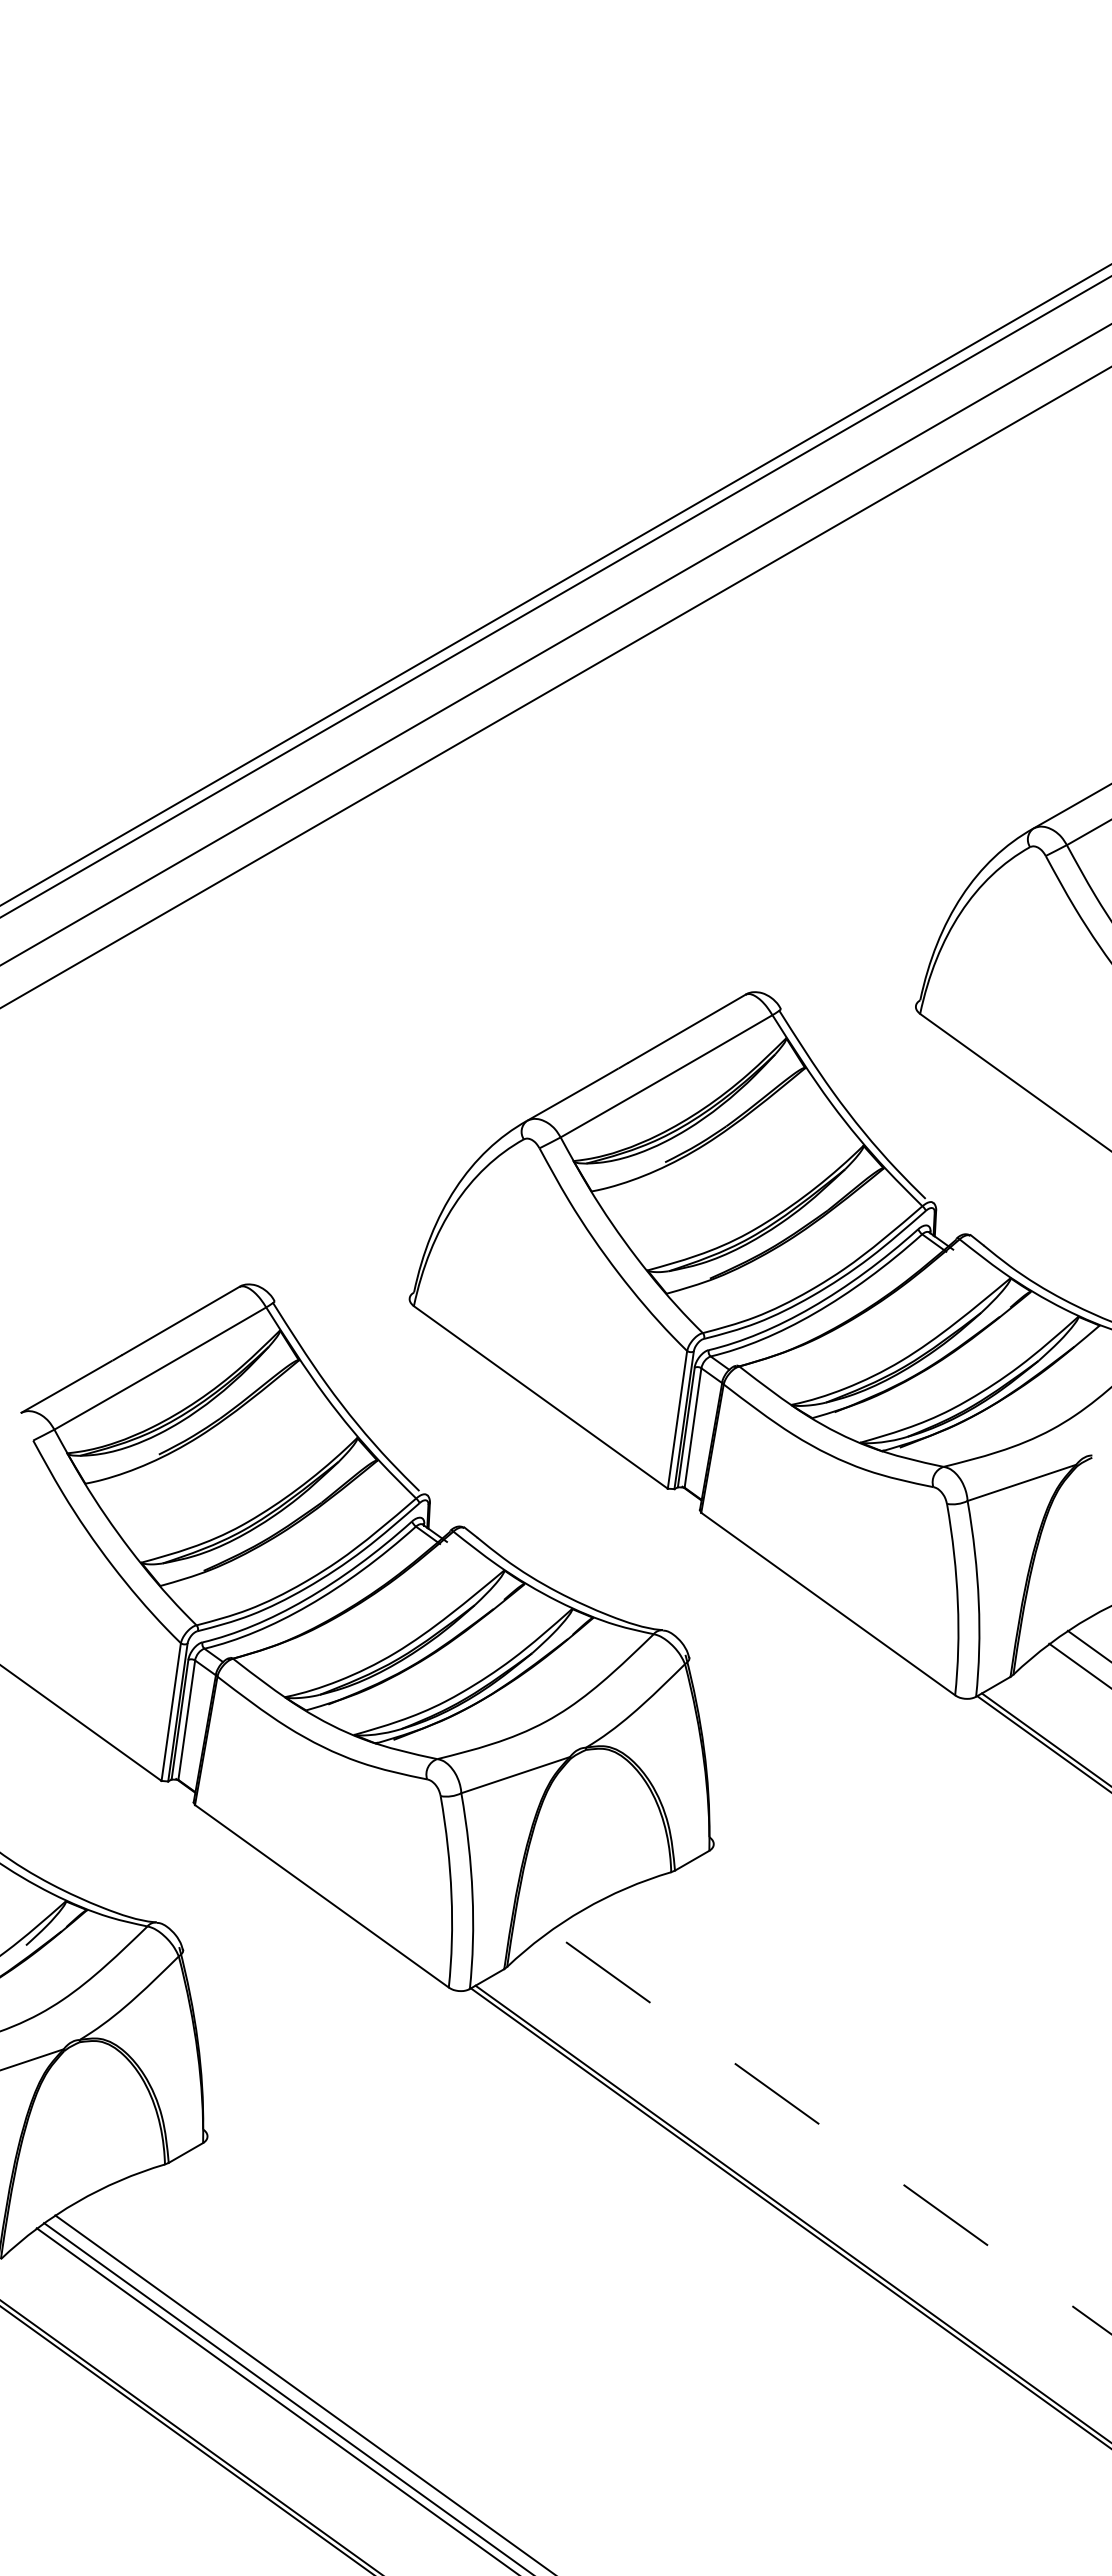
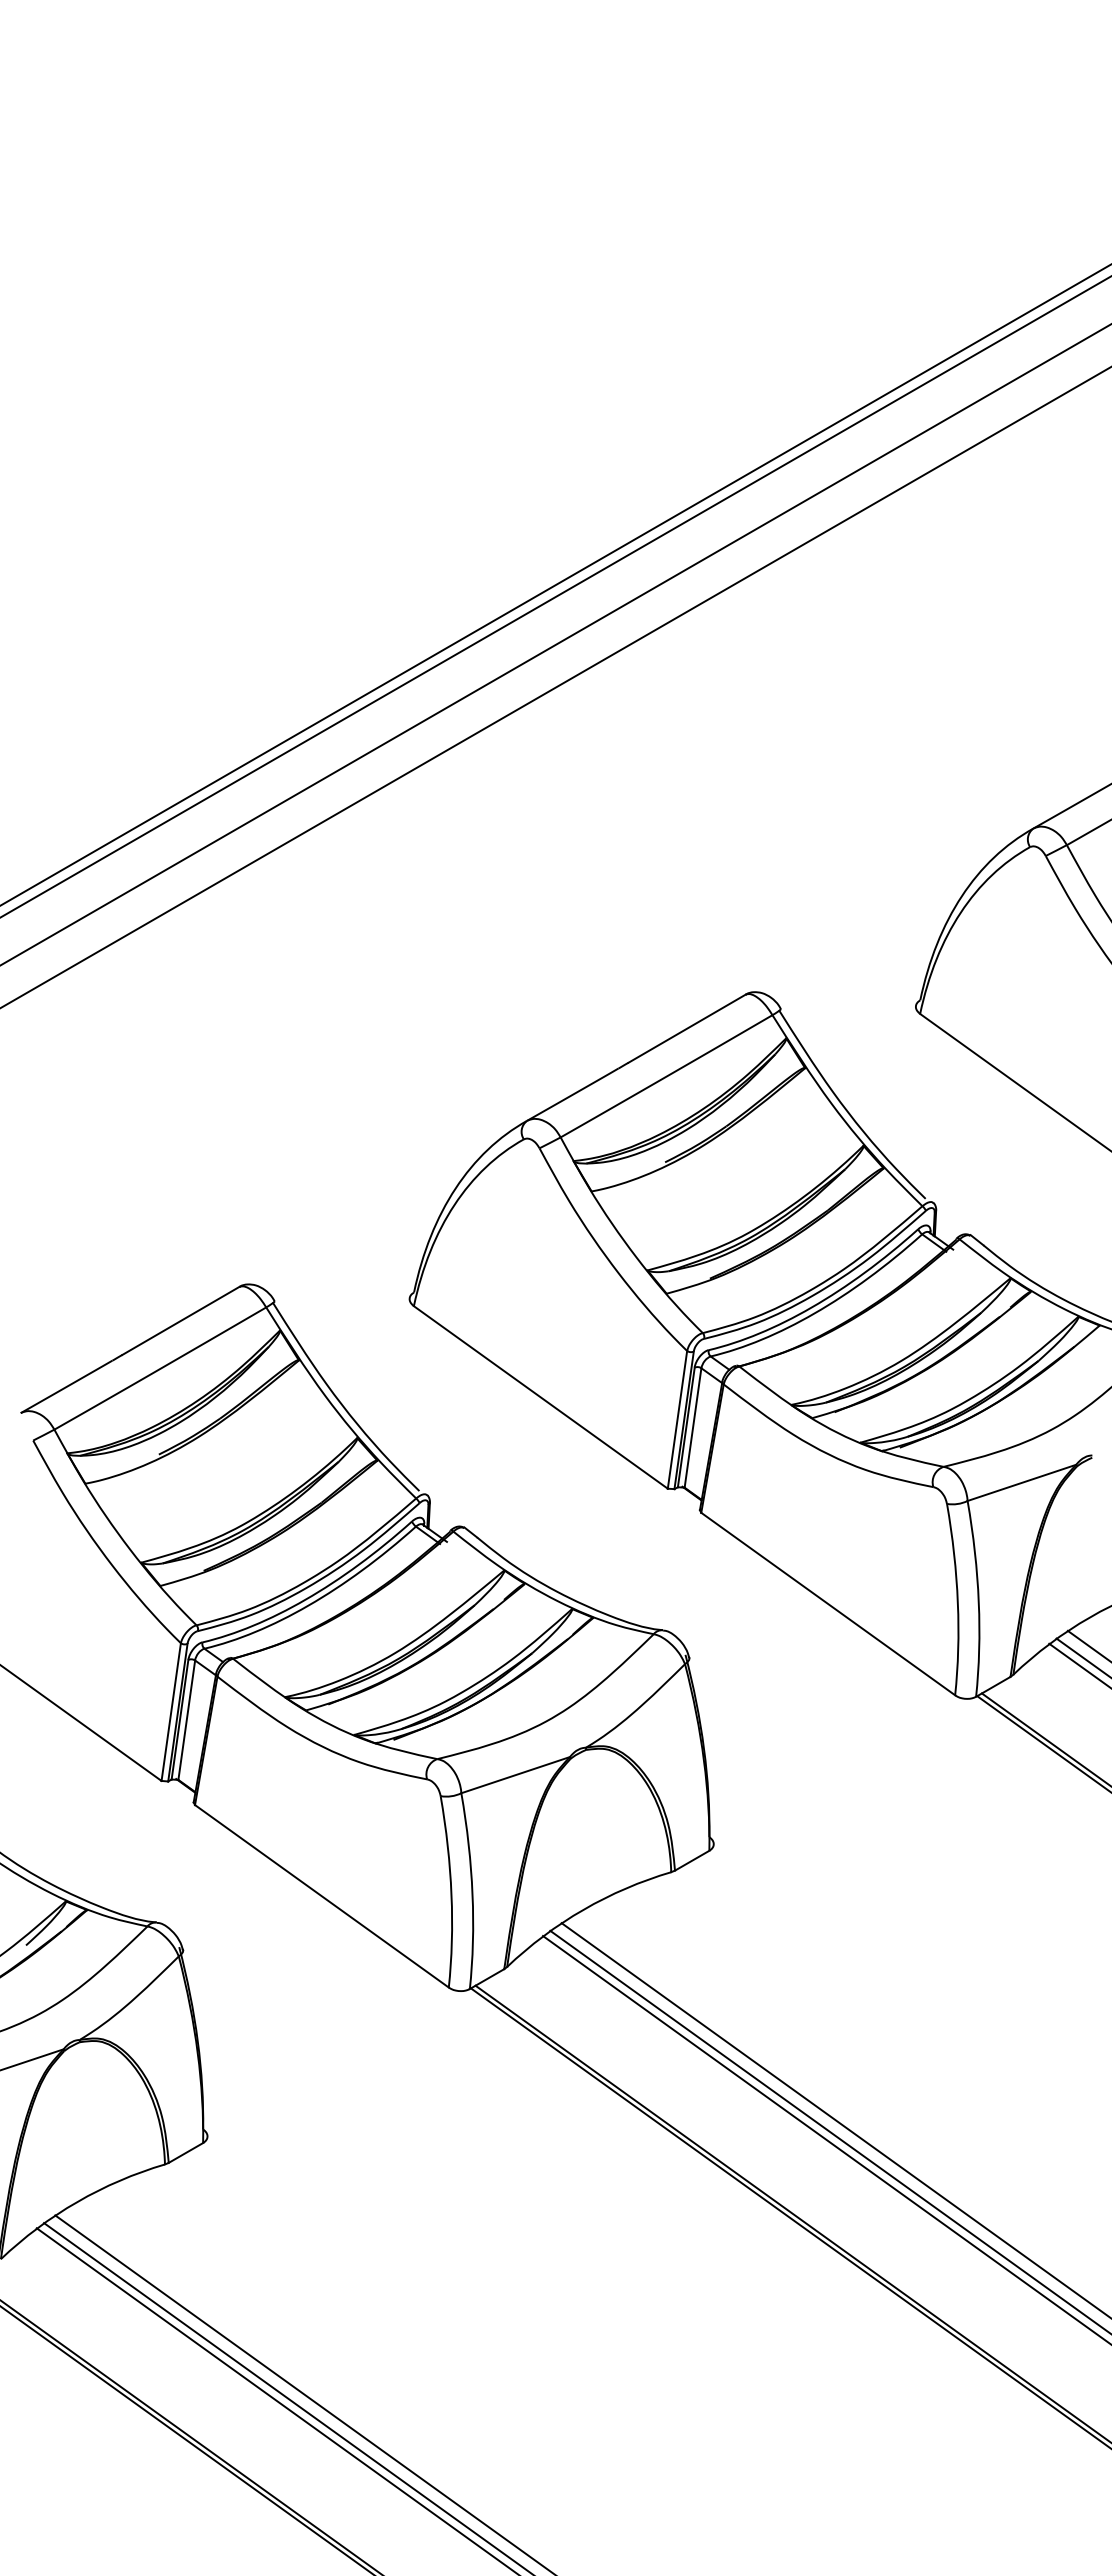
line at (1082, 1656): none -> present
line at (834, 2119): none -> present
line at (831, 2132): dashed -> solid
line at (825, 2139): none -> present
